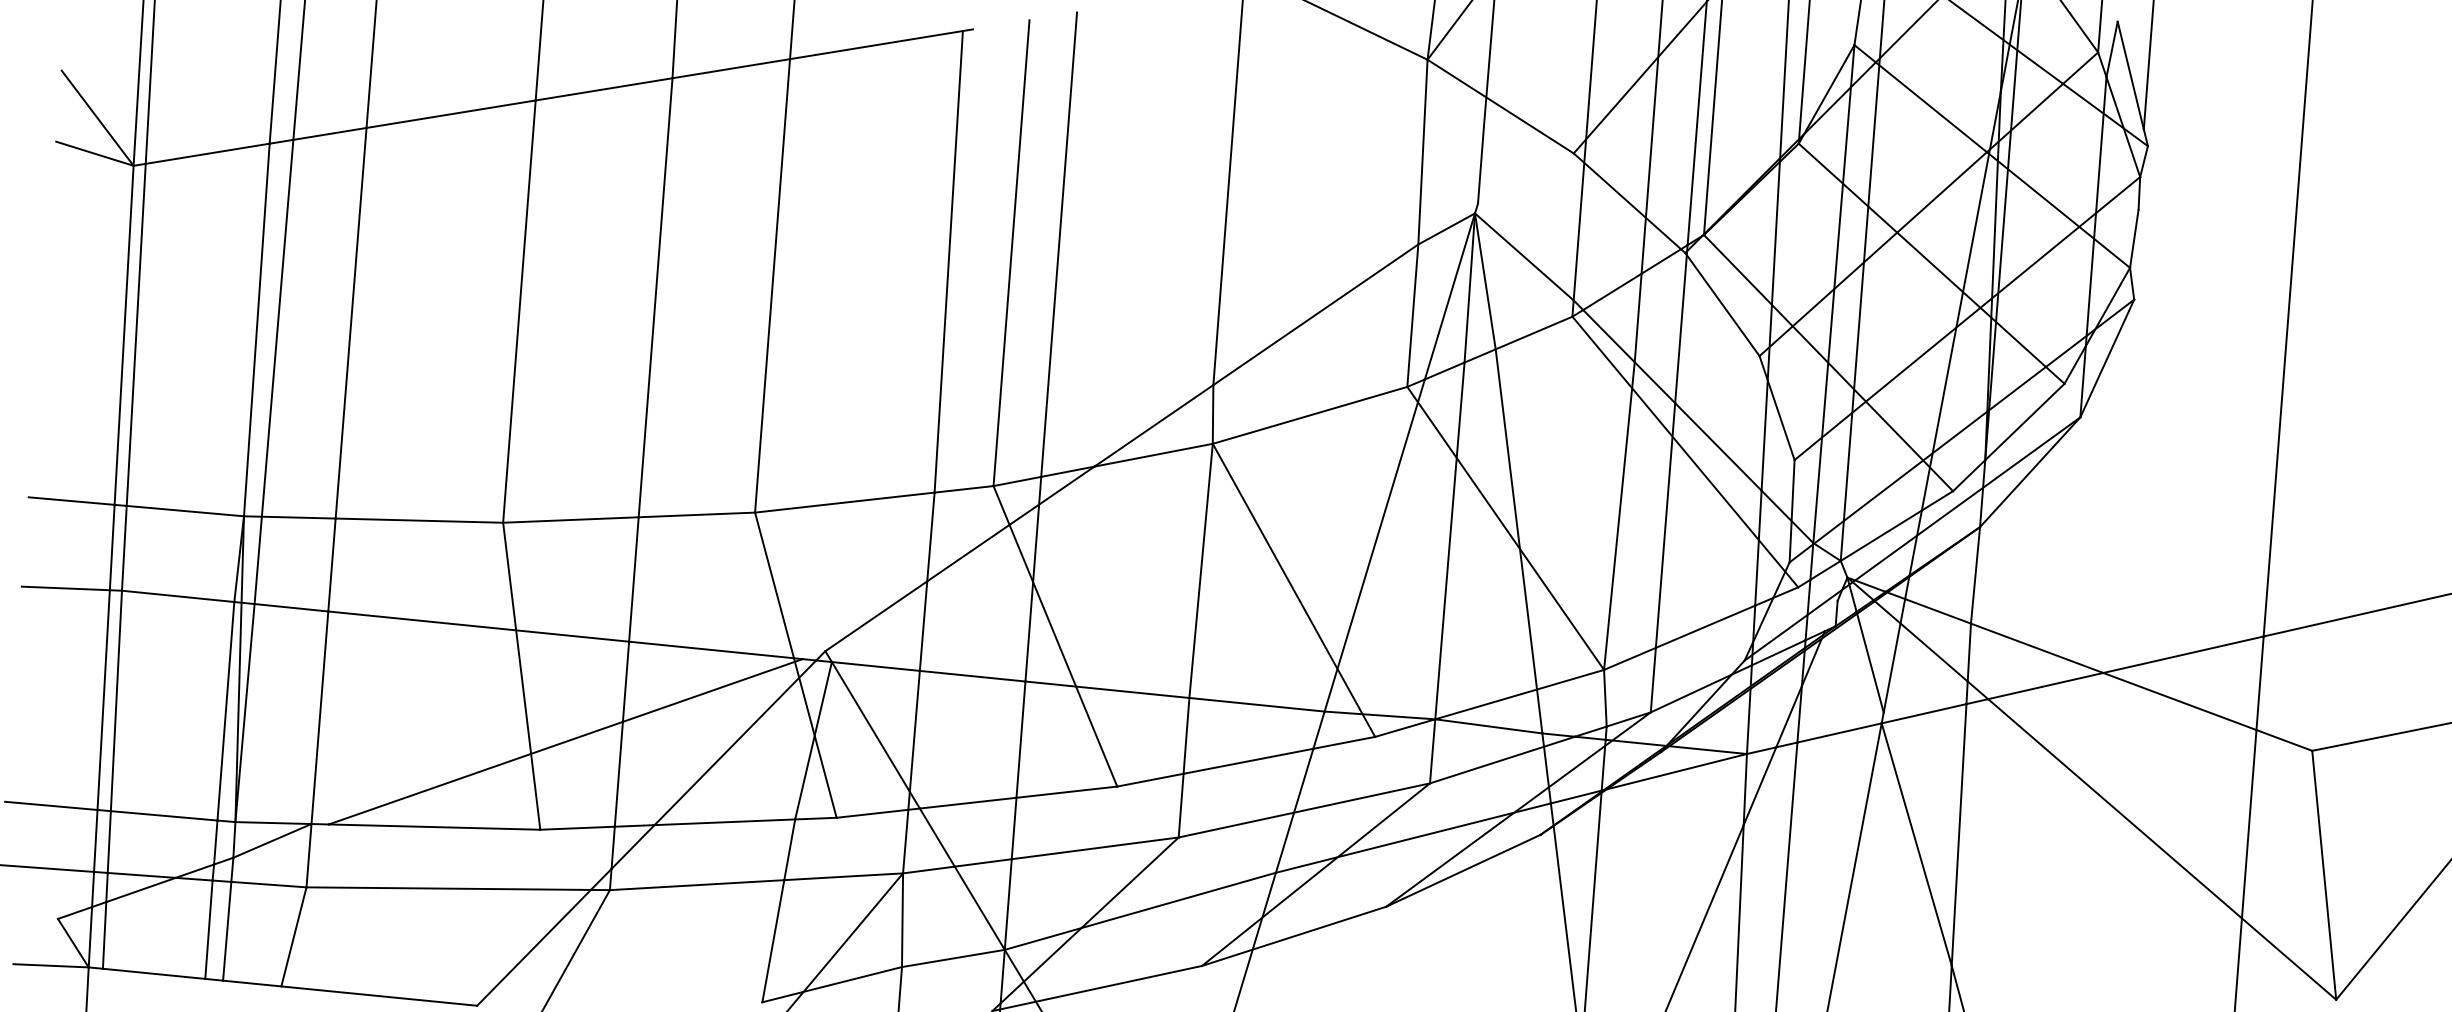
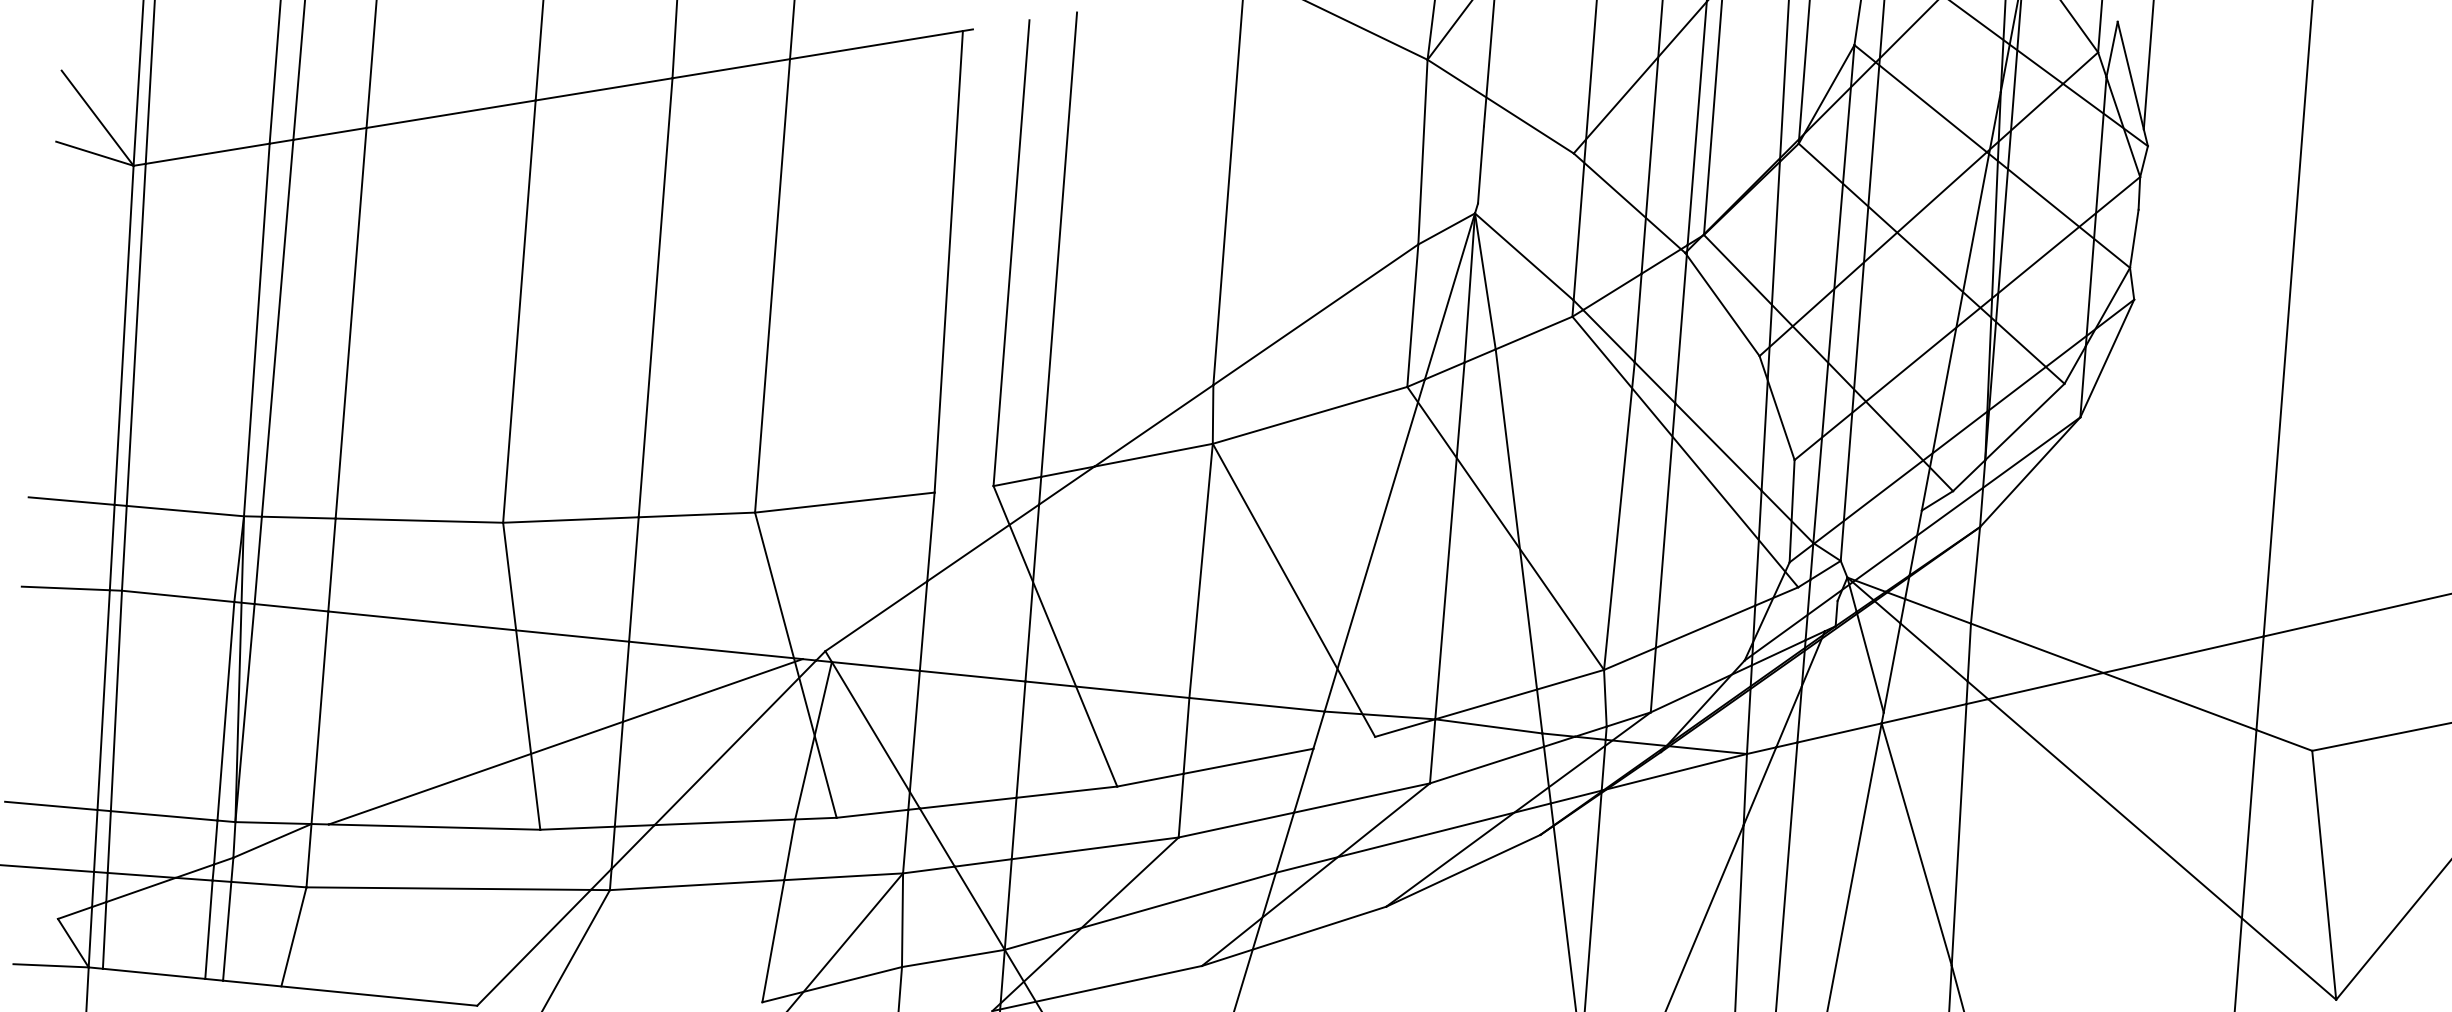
line at (963, 489): present -> none
line at (1880, 535): present -> none
line at (1344, 742): present -> none
